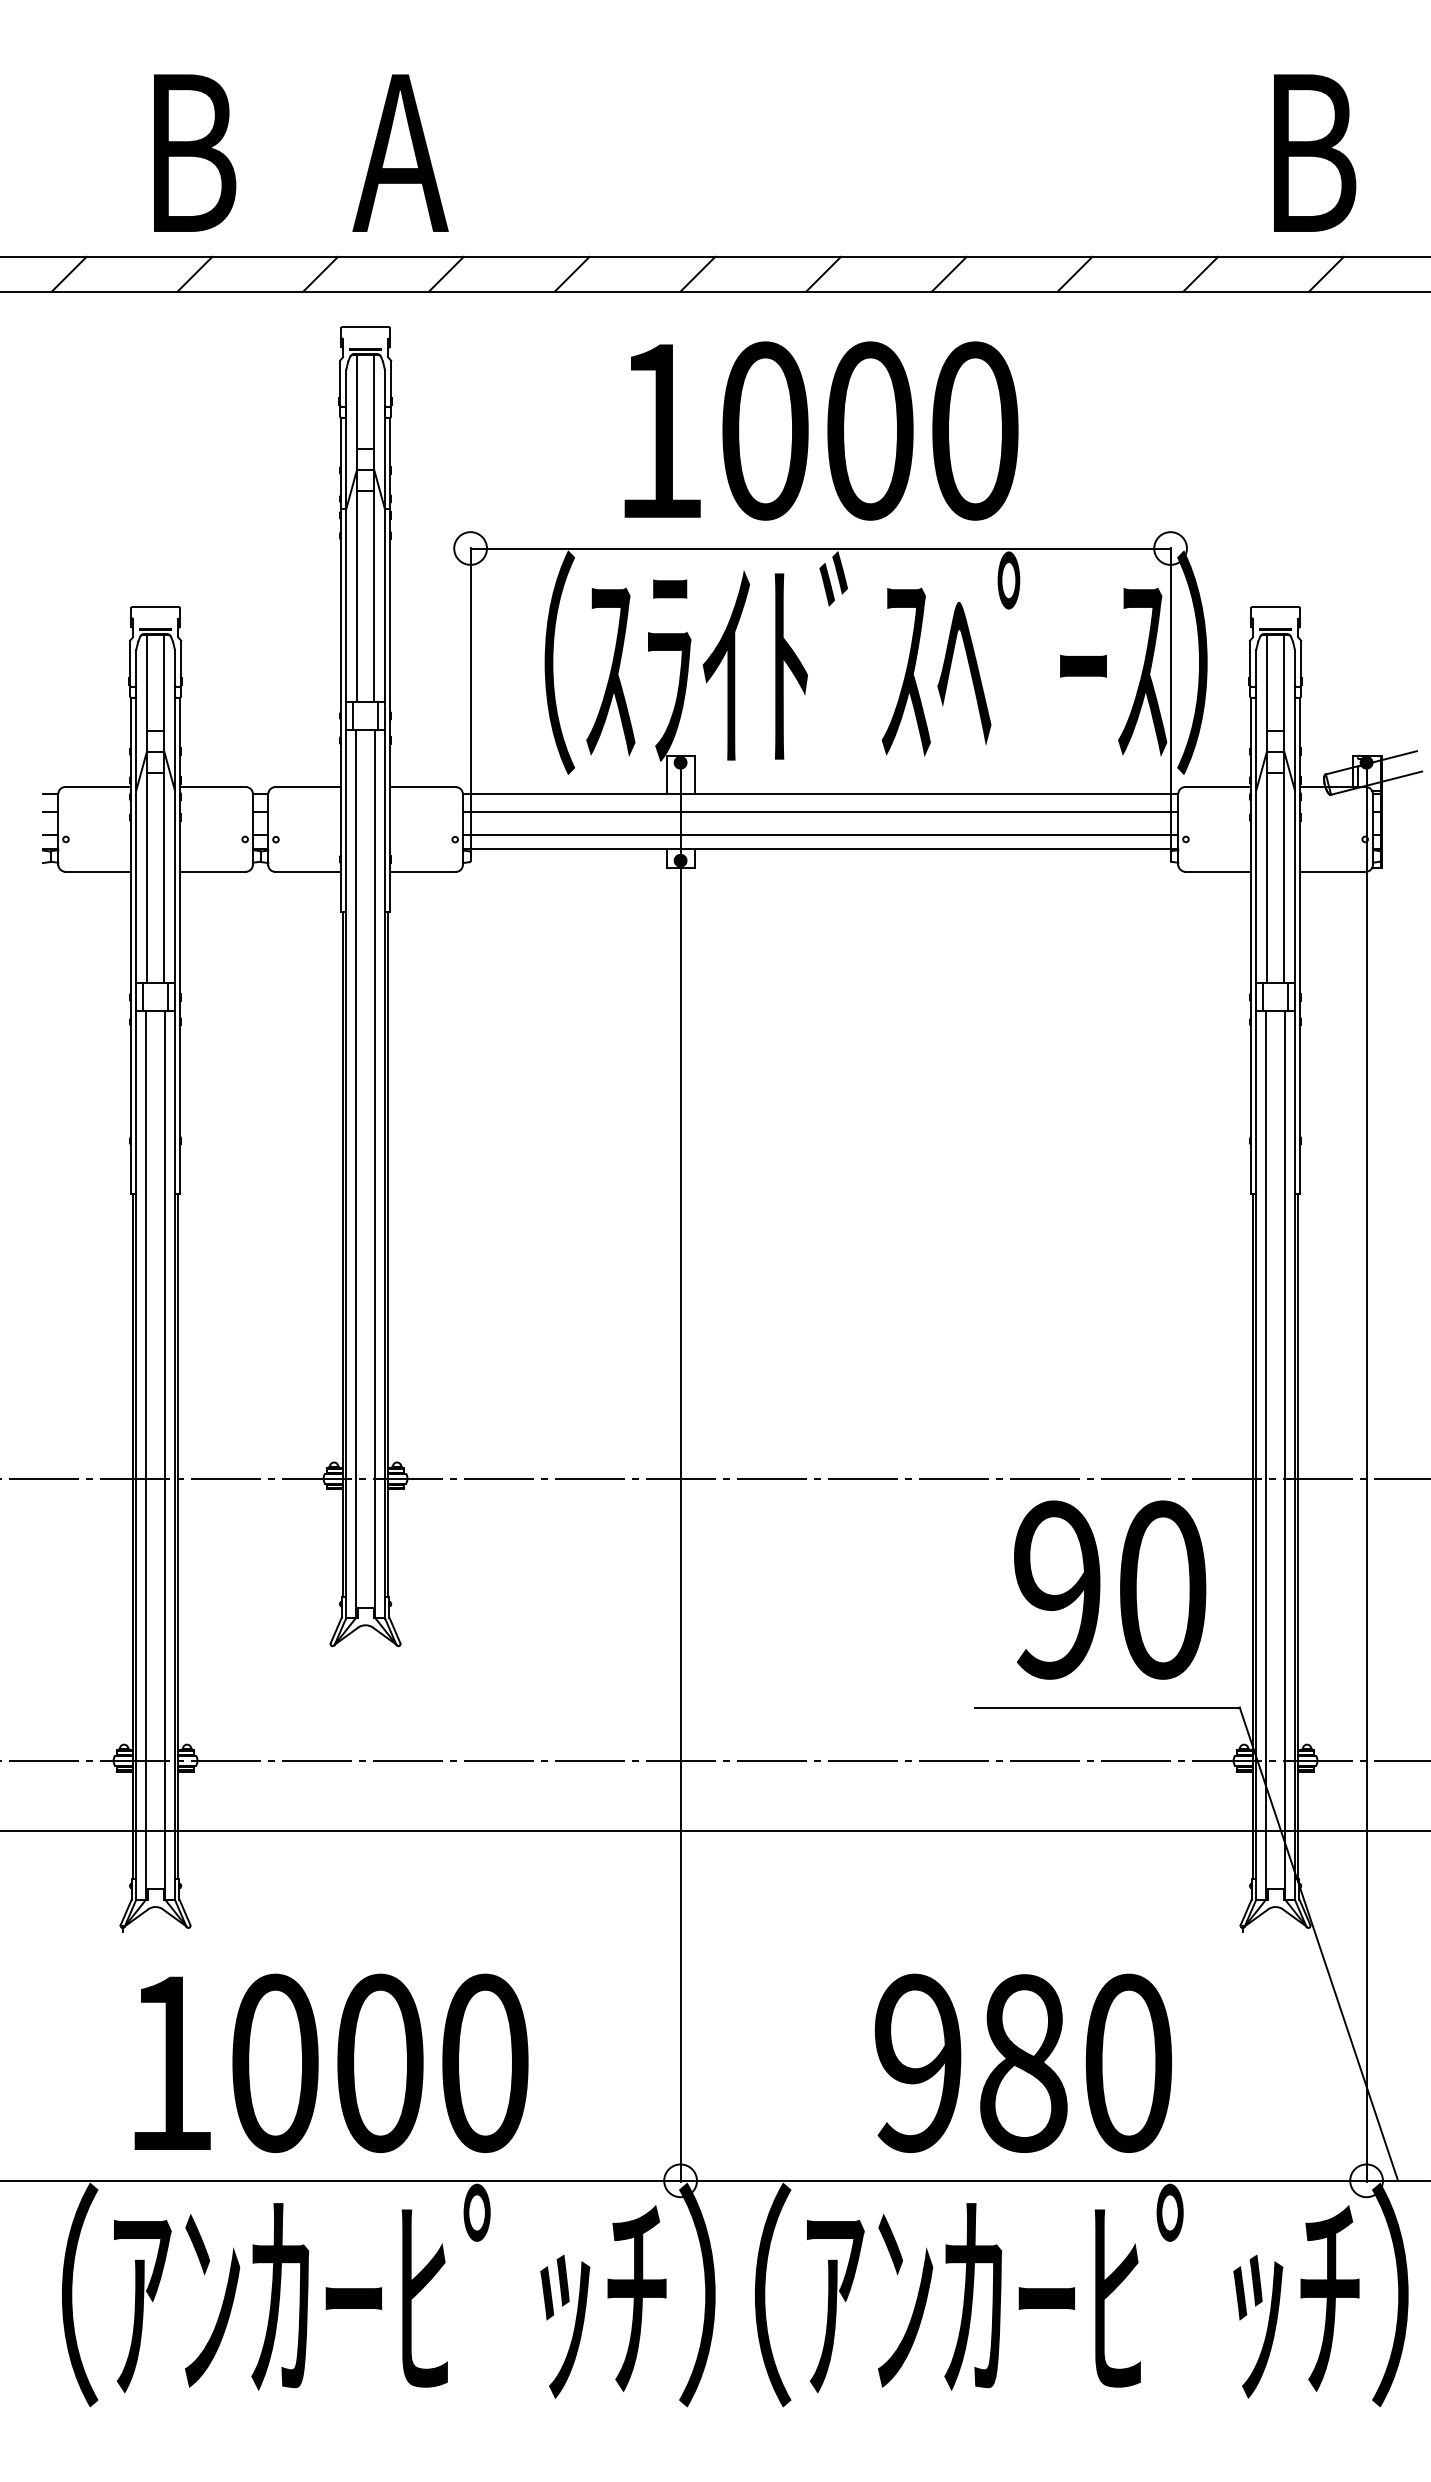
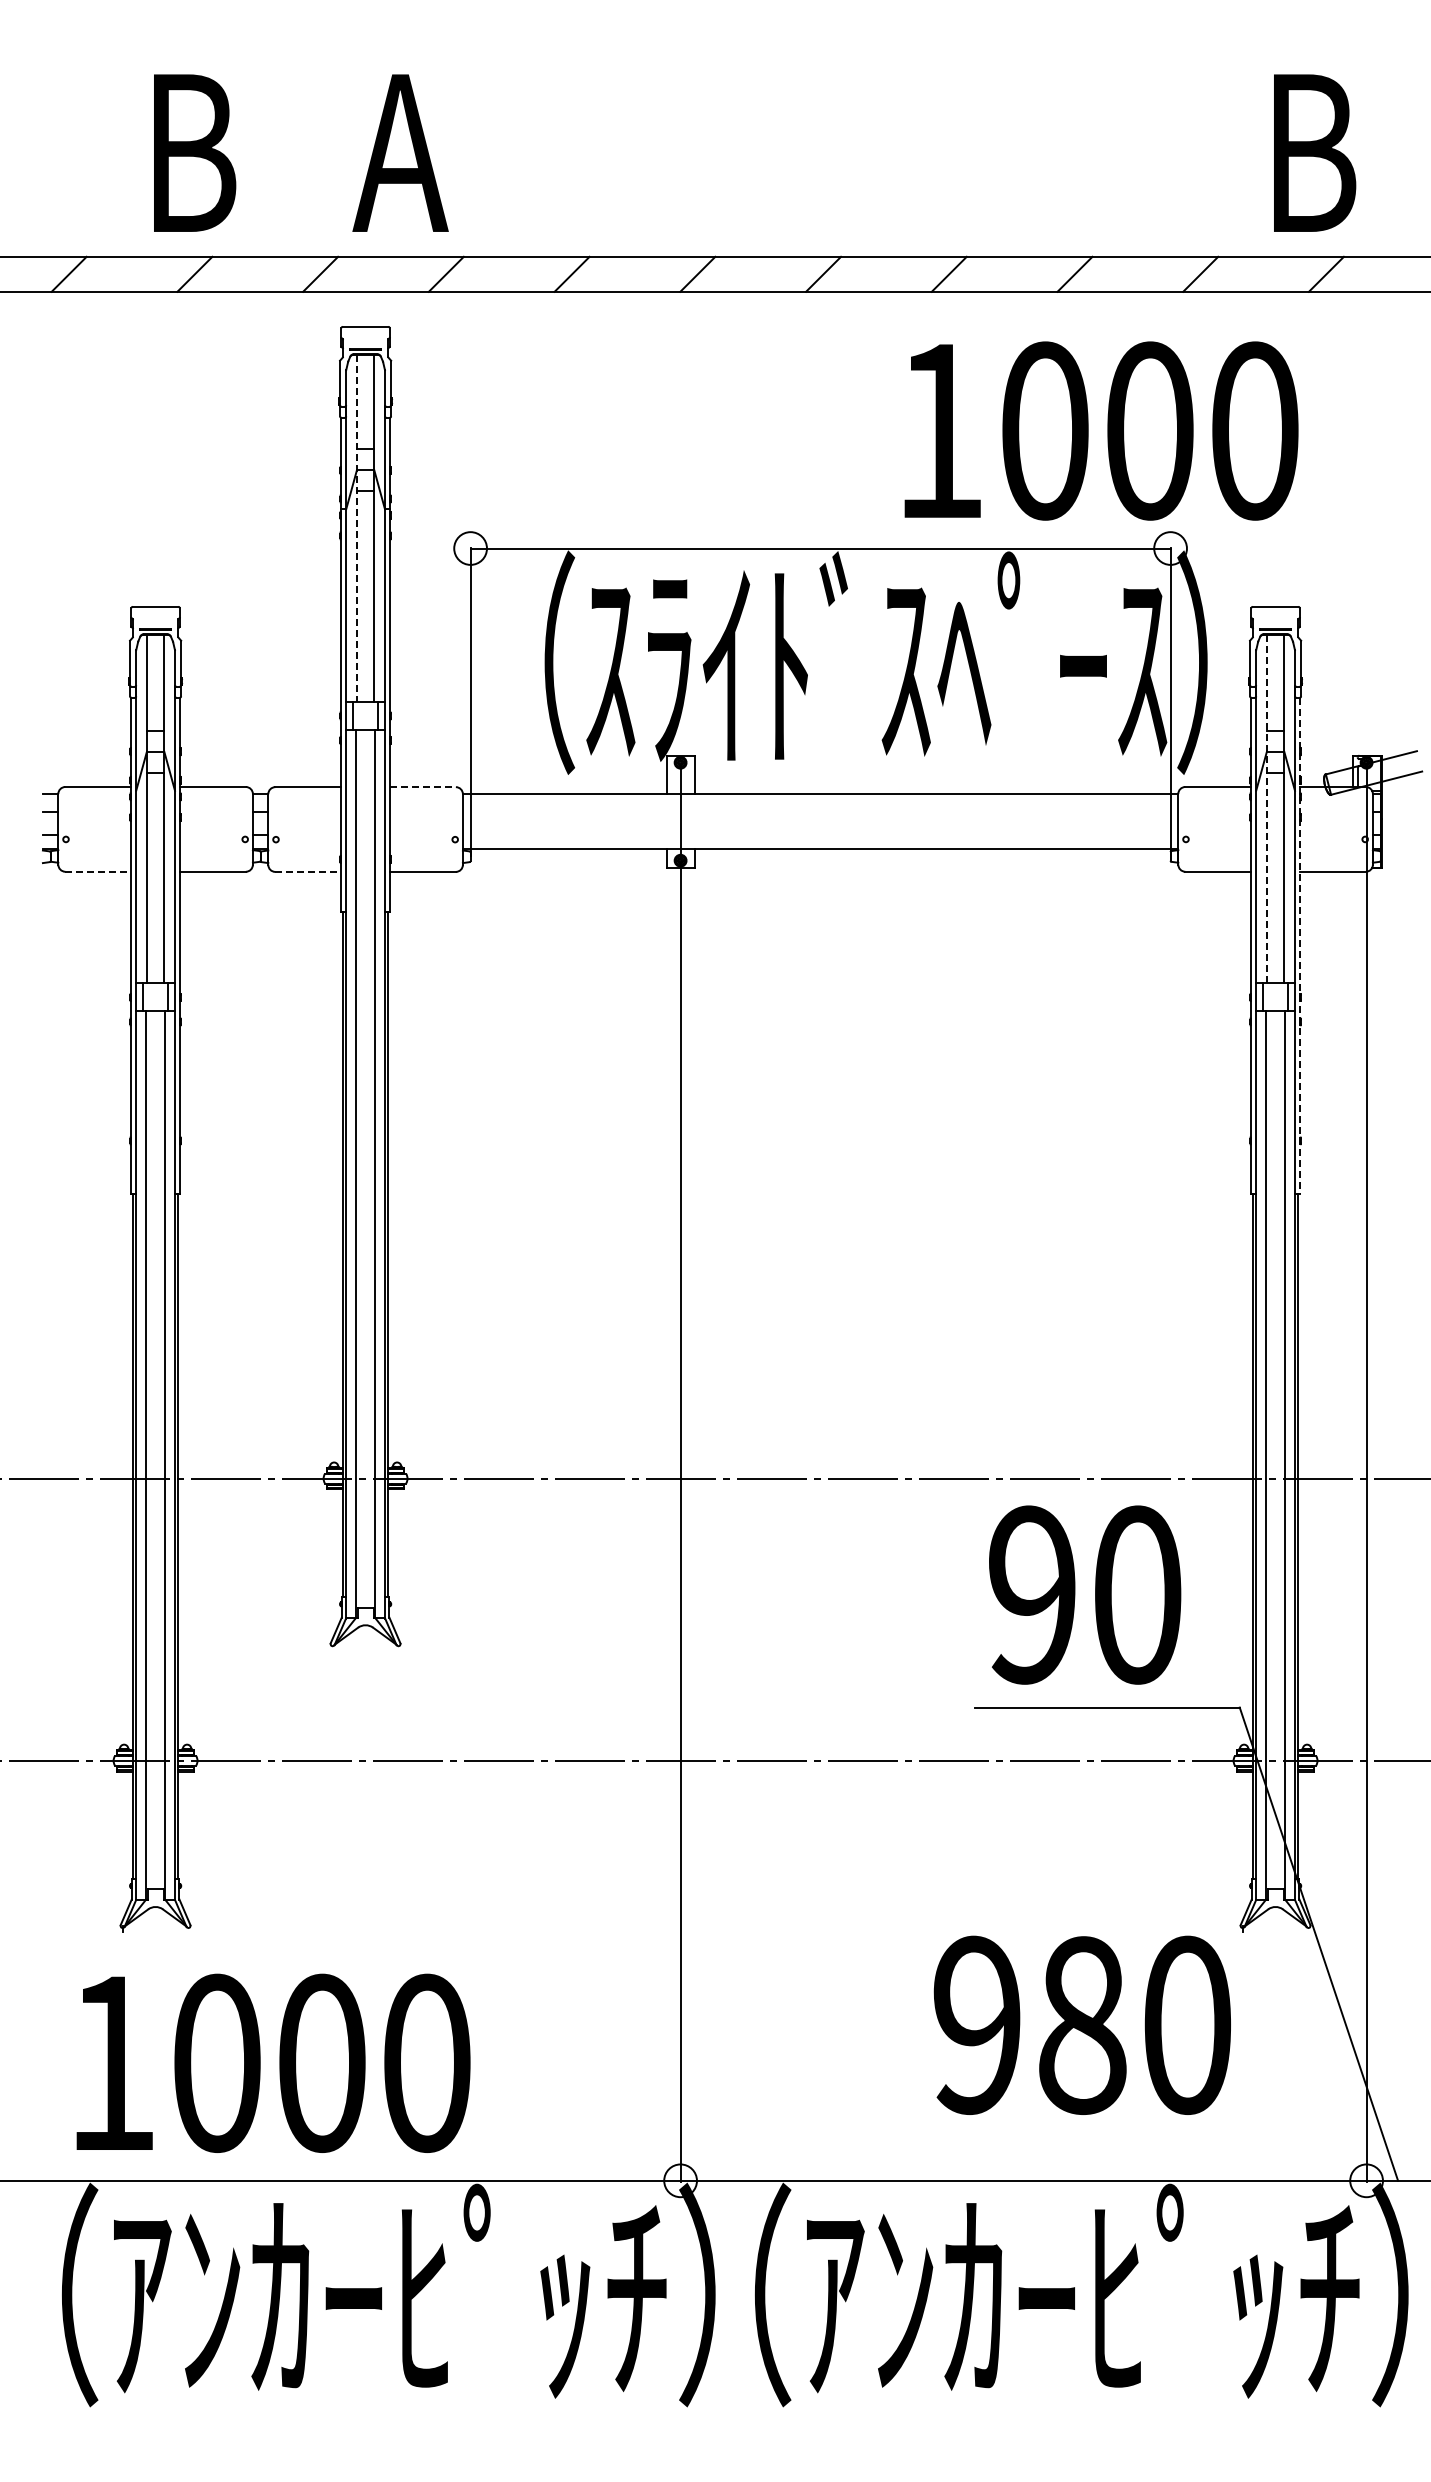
text at (821, 430) position: (821, 430) -> (1101, 430)
line at (356, 528): solid -> dashed
line at (422, 787): solid -> dashed
line at (1266, 809): solid -> dashed
line at (820, 811): present -> none
line at (820, 834): present -> none
line at (98, 871): solid -> dashed
line at (308, 871): solid -> dashed
line at (1299, 946): solid -> dashed
text at (1110, 1589) position: (1110, 1589) -> (1085, 1594)
line at (714, 1830): present -> none
text at (331, 2062) position: (331, 2062) -> (273, 2062)
text at (1022, 2062) position: (1022, 2062) -> (1081, 2024)
